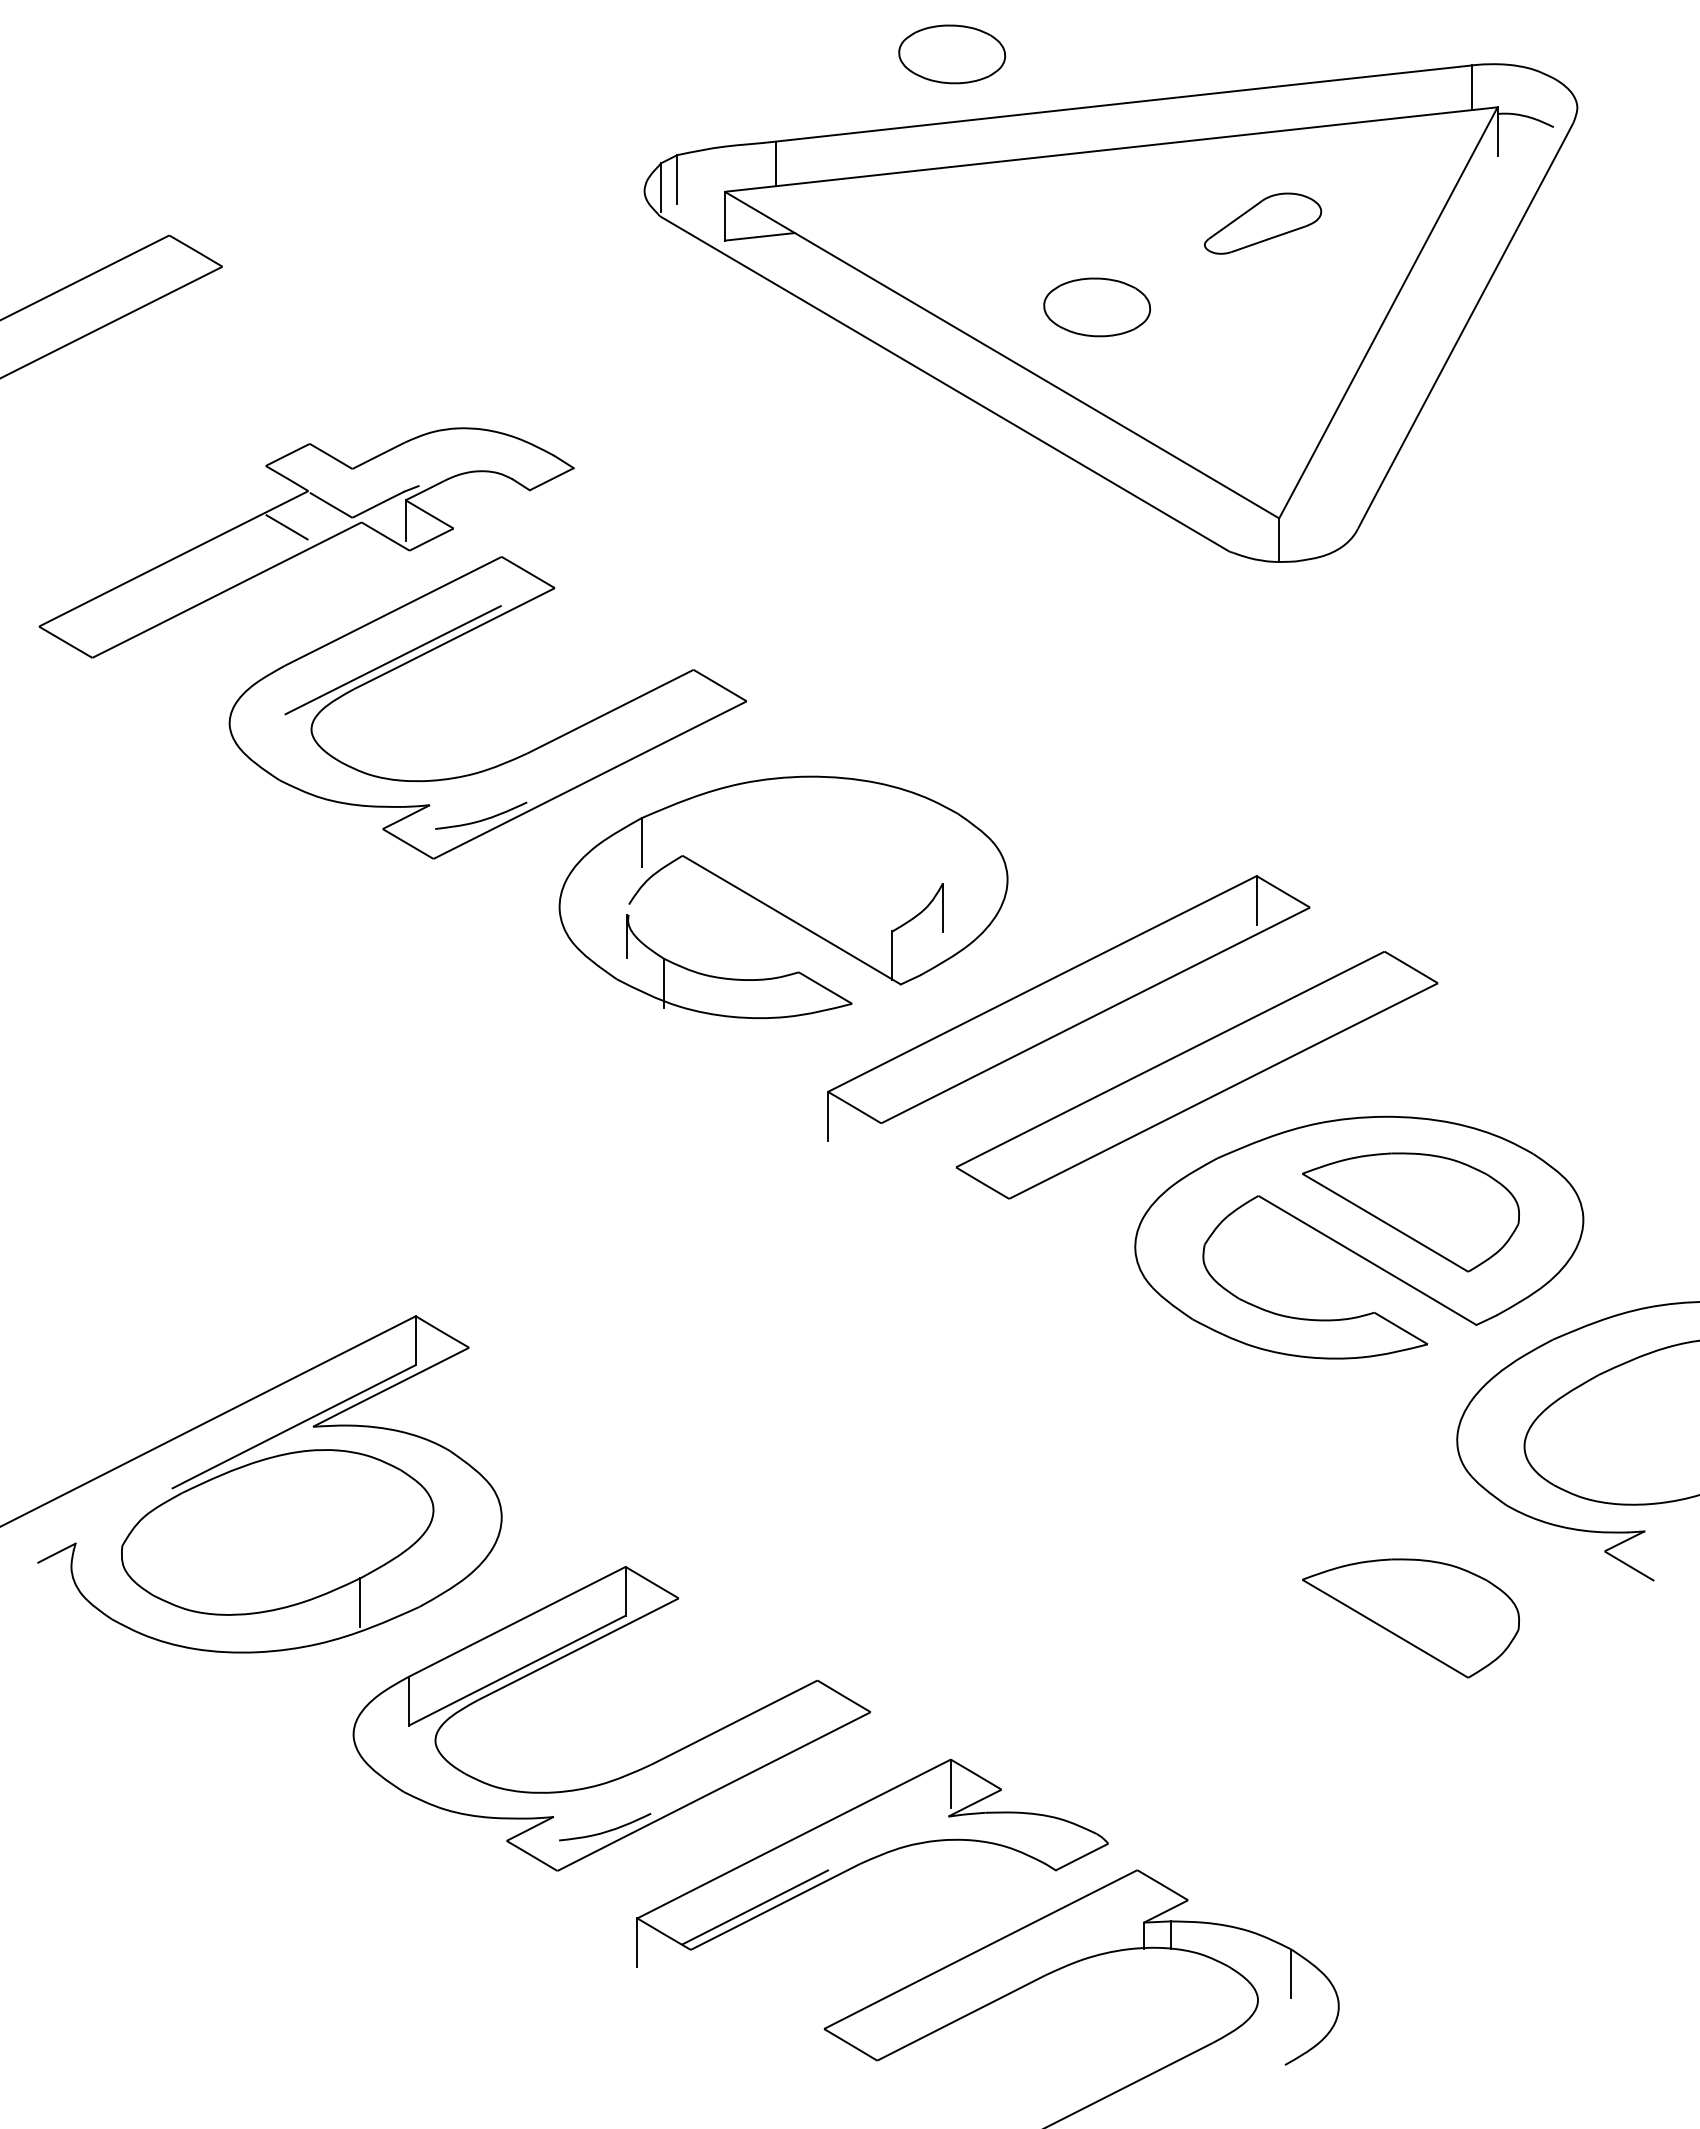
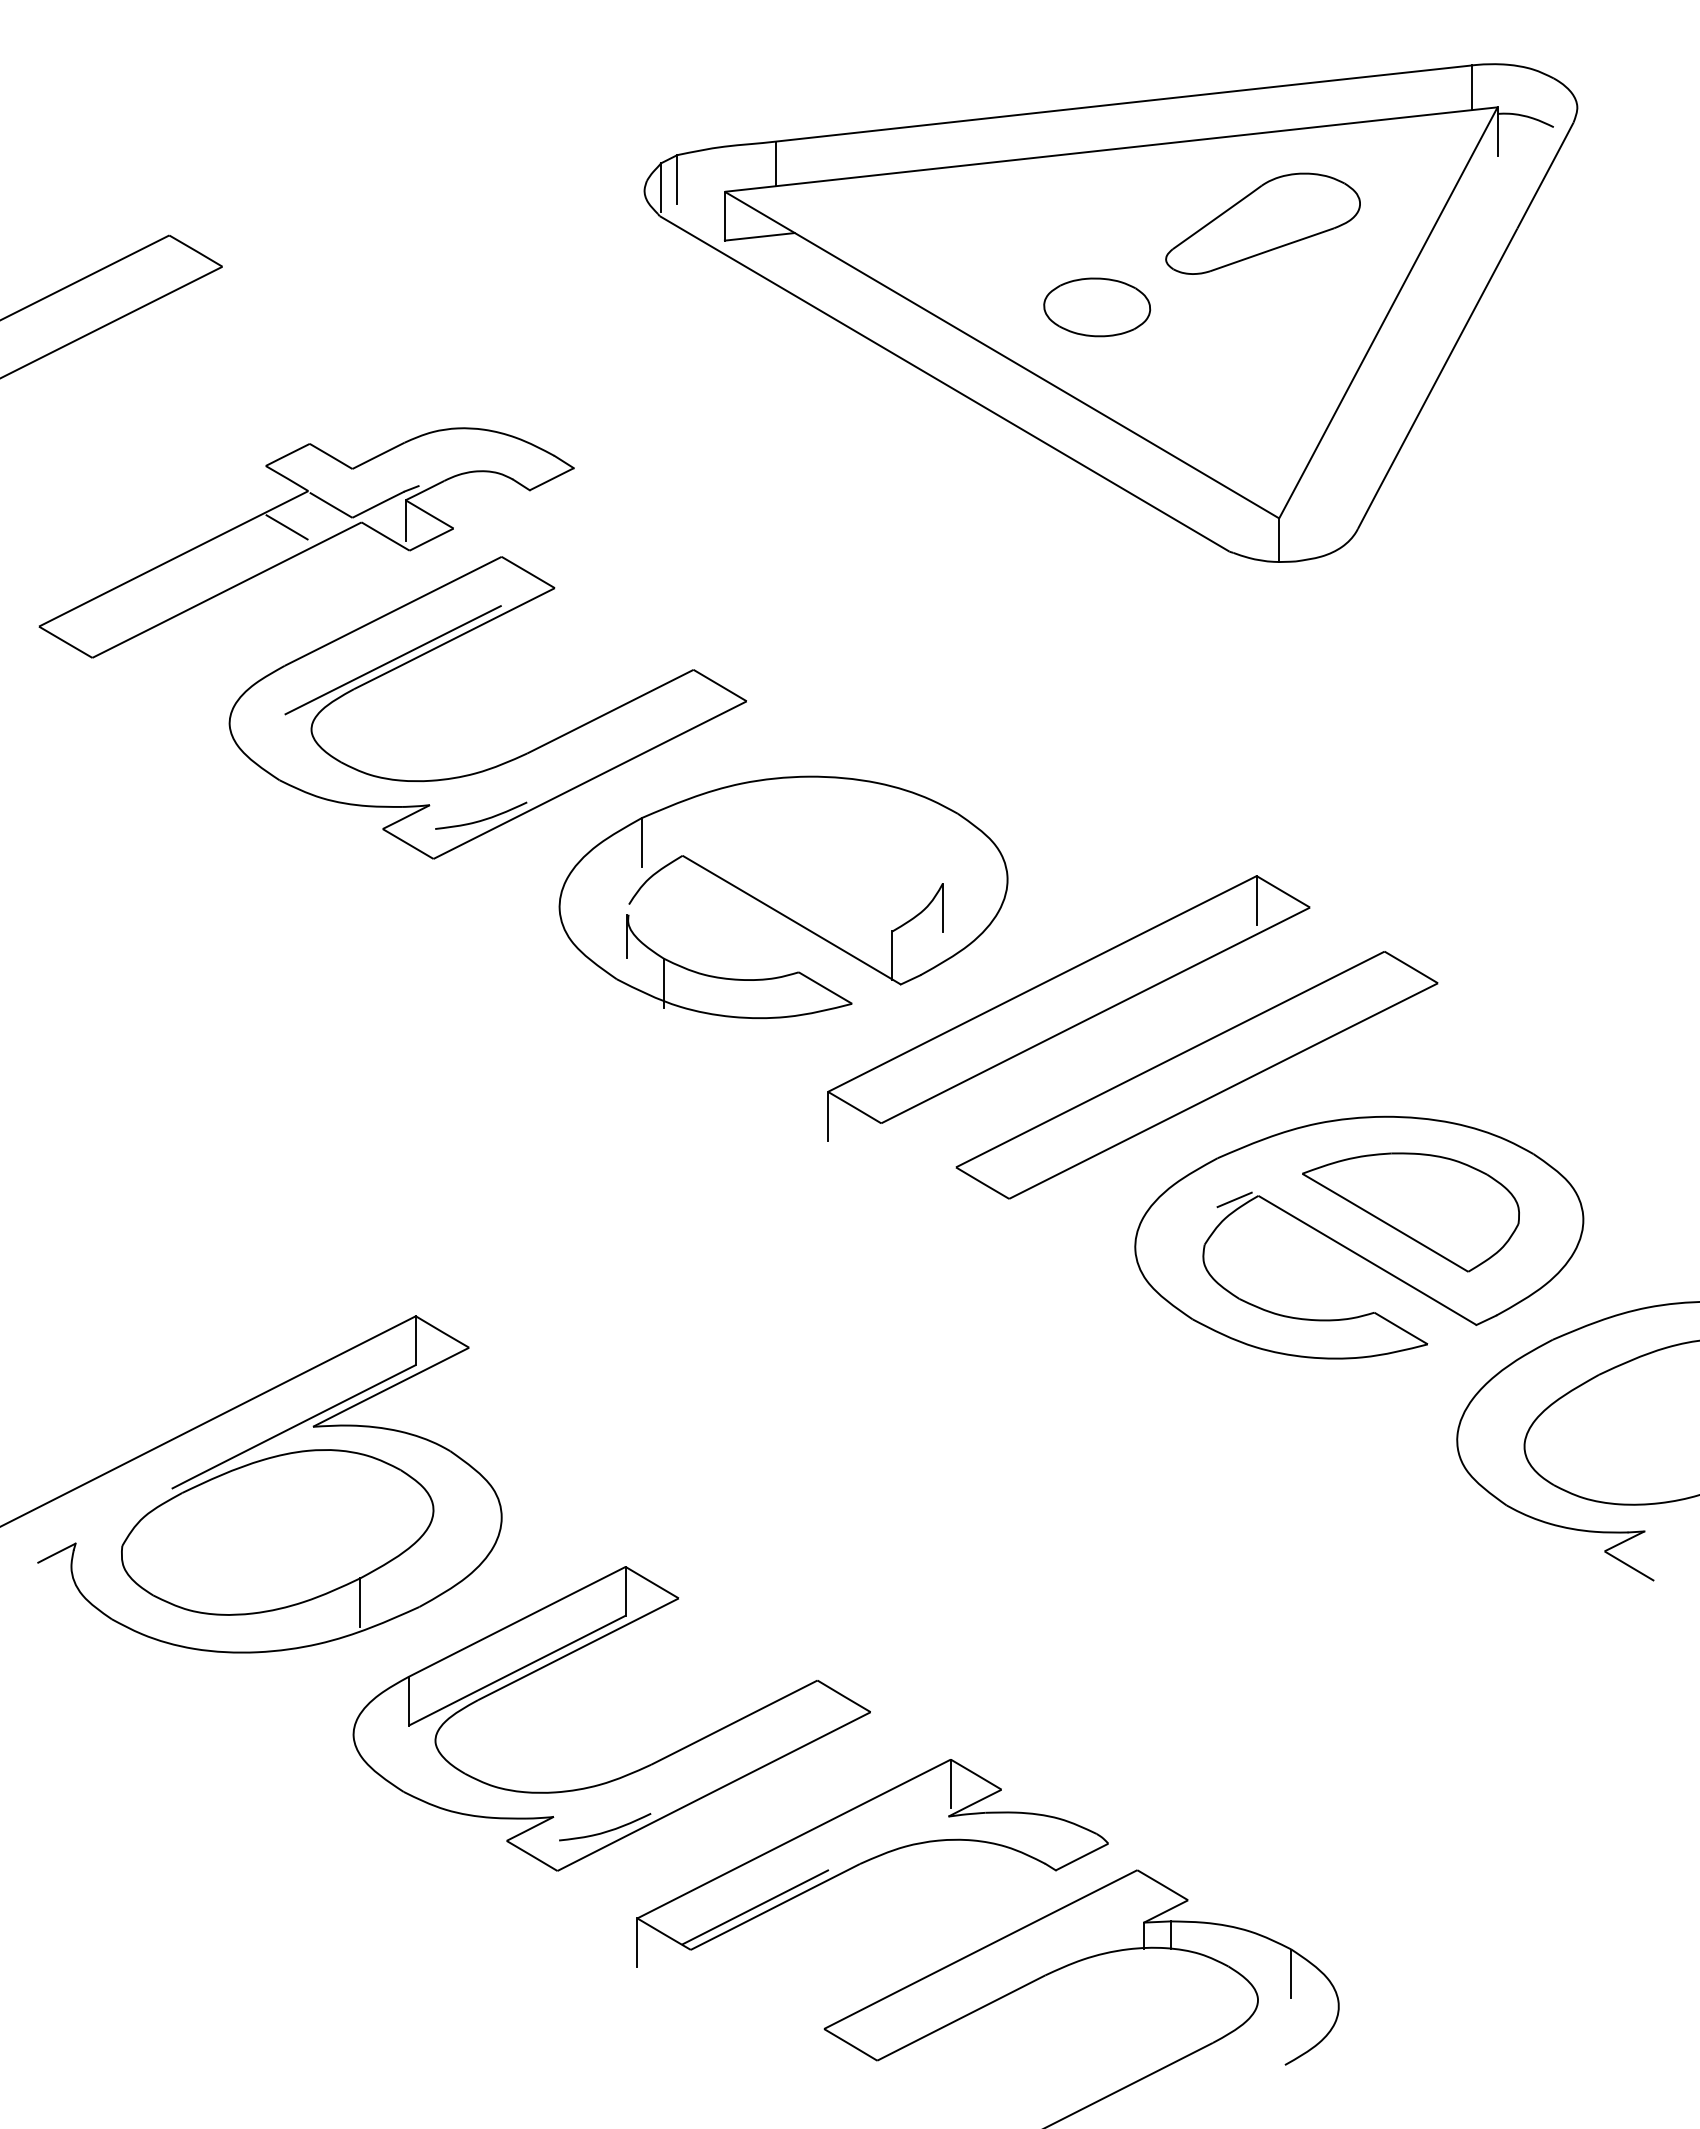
part at (952, 54): present -> none
part at (1263, 223) size: 119x63 px -> 196x103 px
line at (1234, 1199): none -> present
part at (1410, 1618): present -> none
